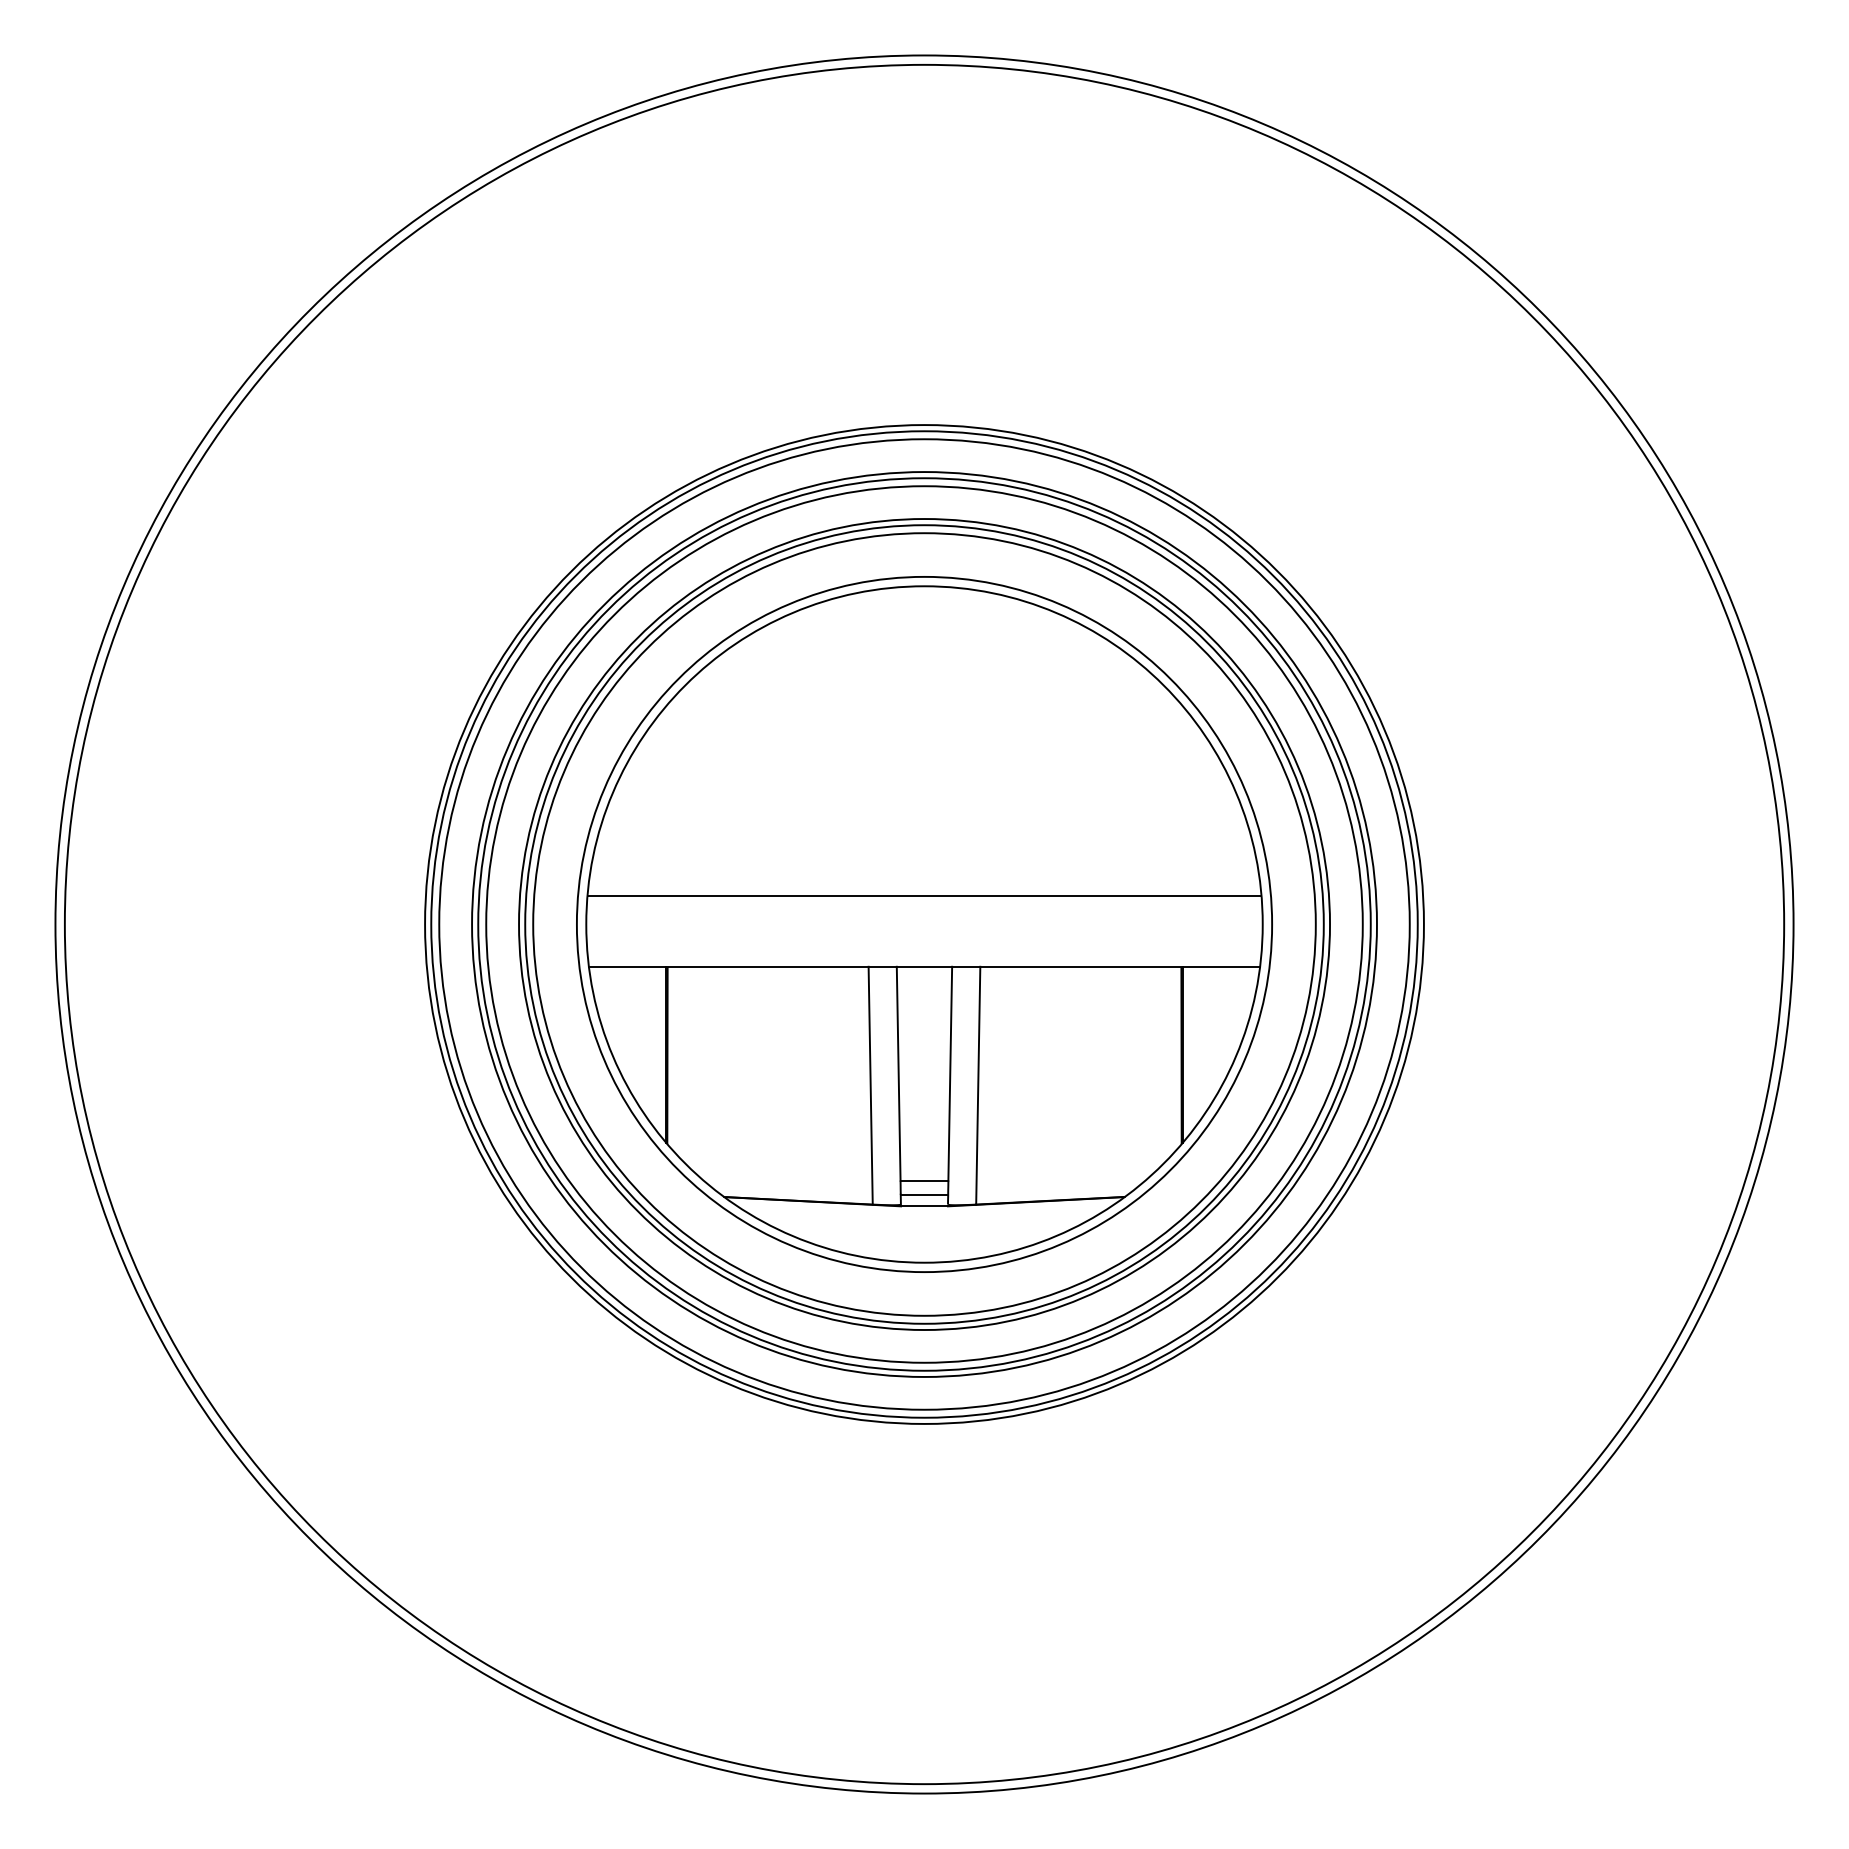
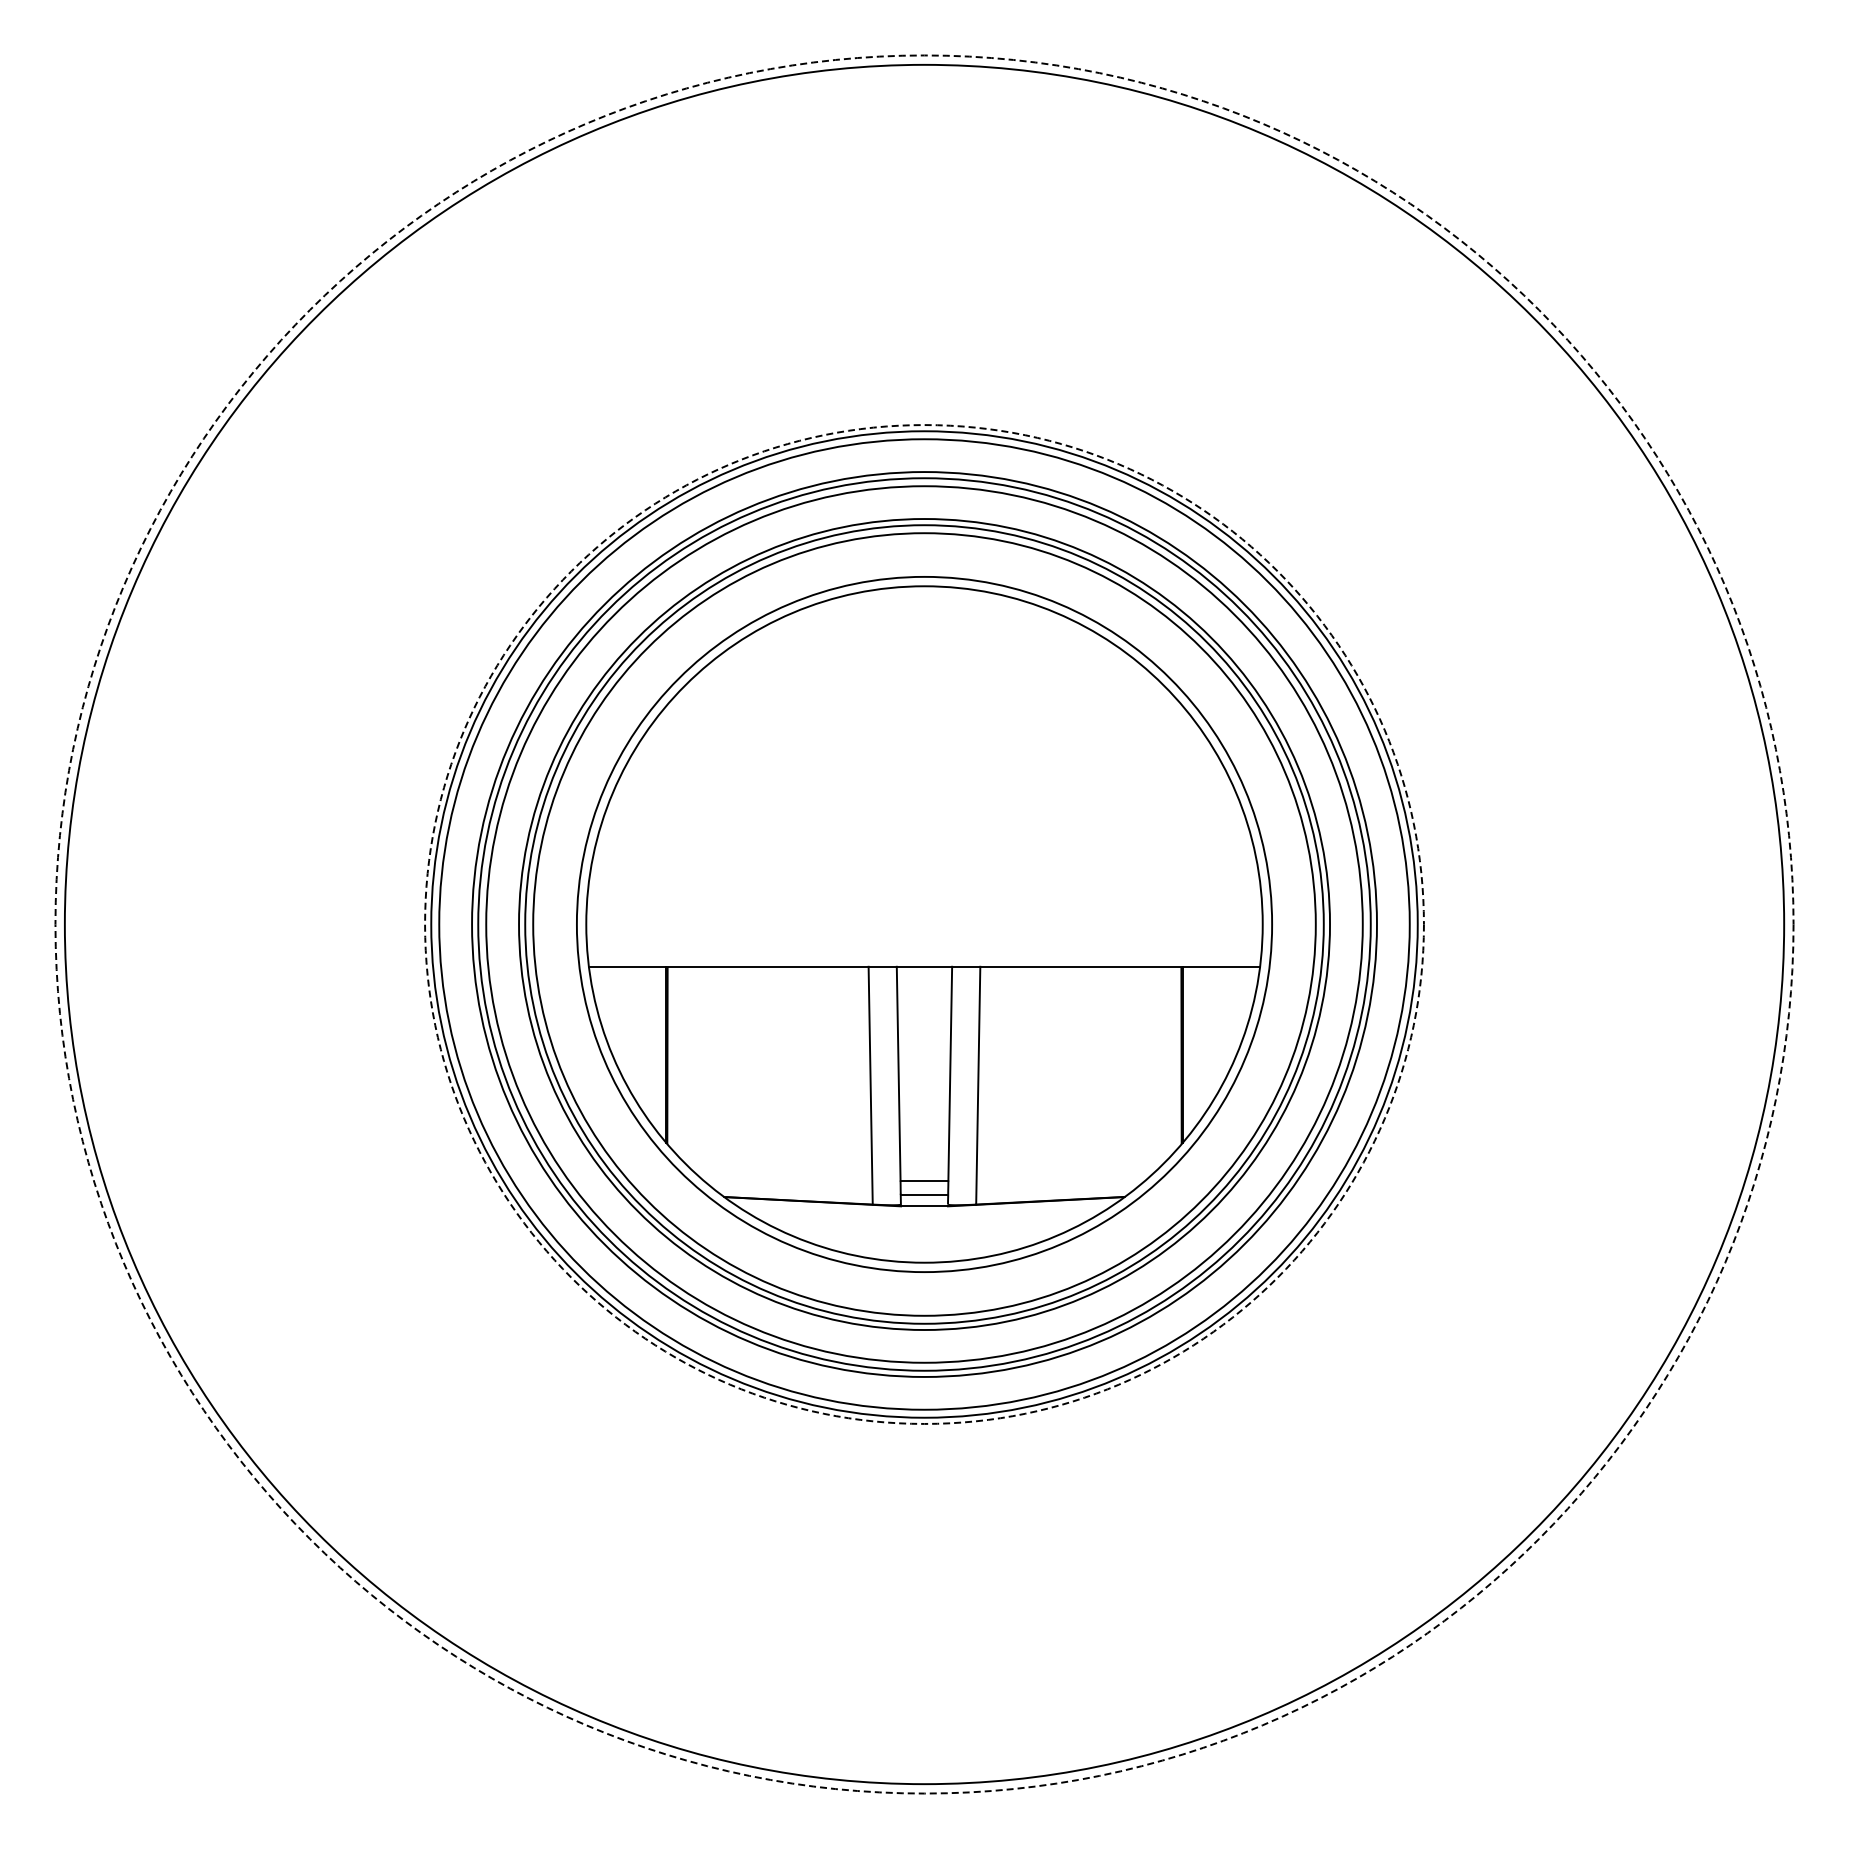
line at (924, 895): present -> none
circle at (924, 924): solid -> dashed
circle at (924, 924): solid -> dashed
